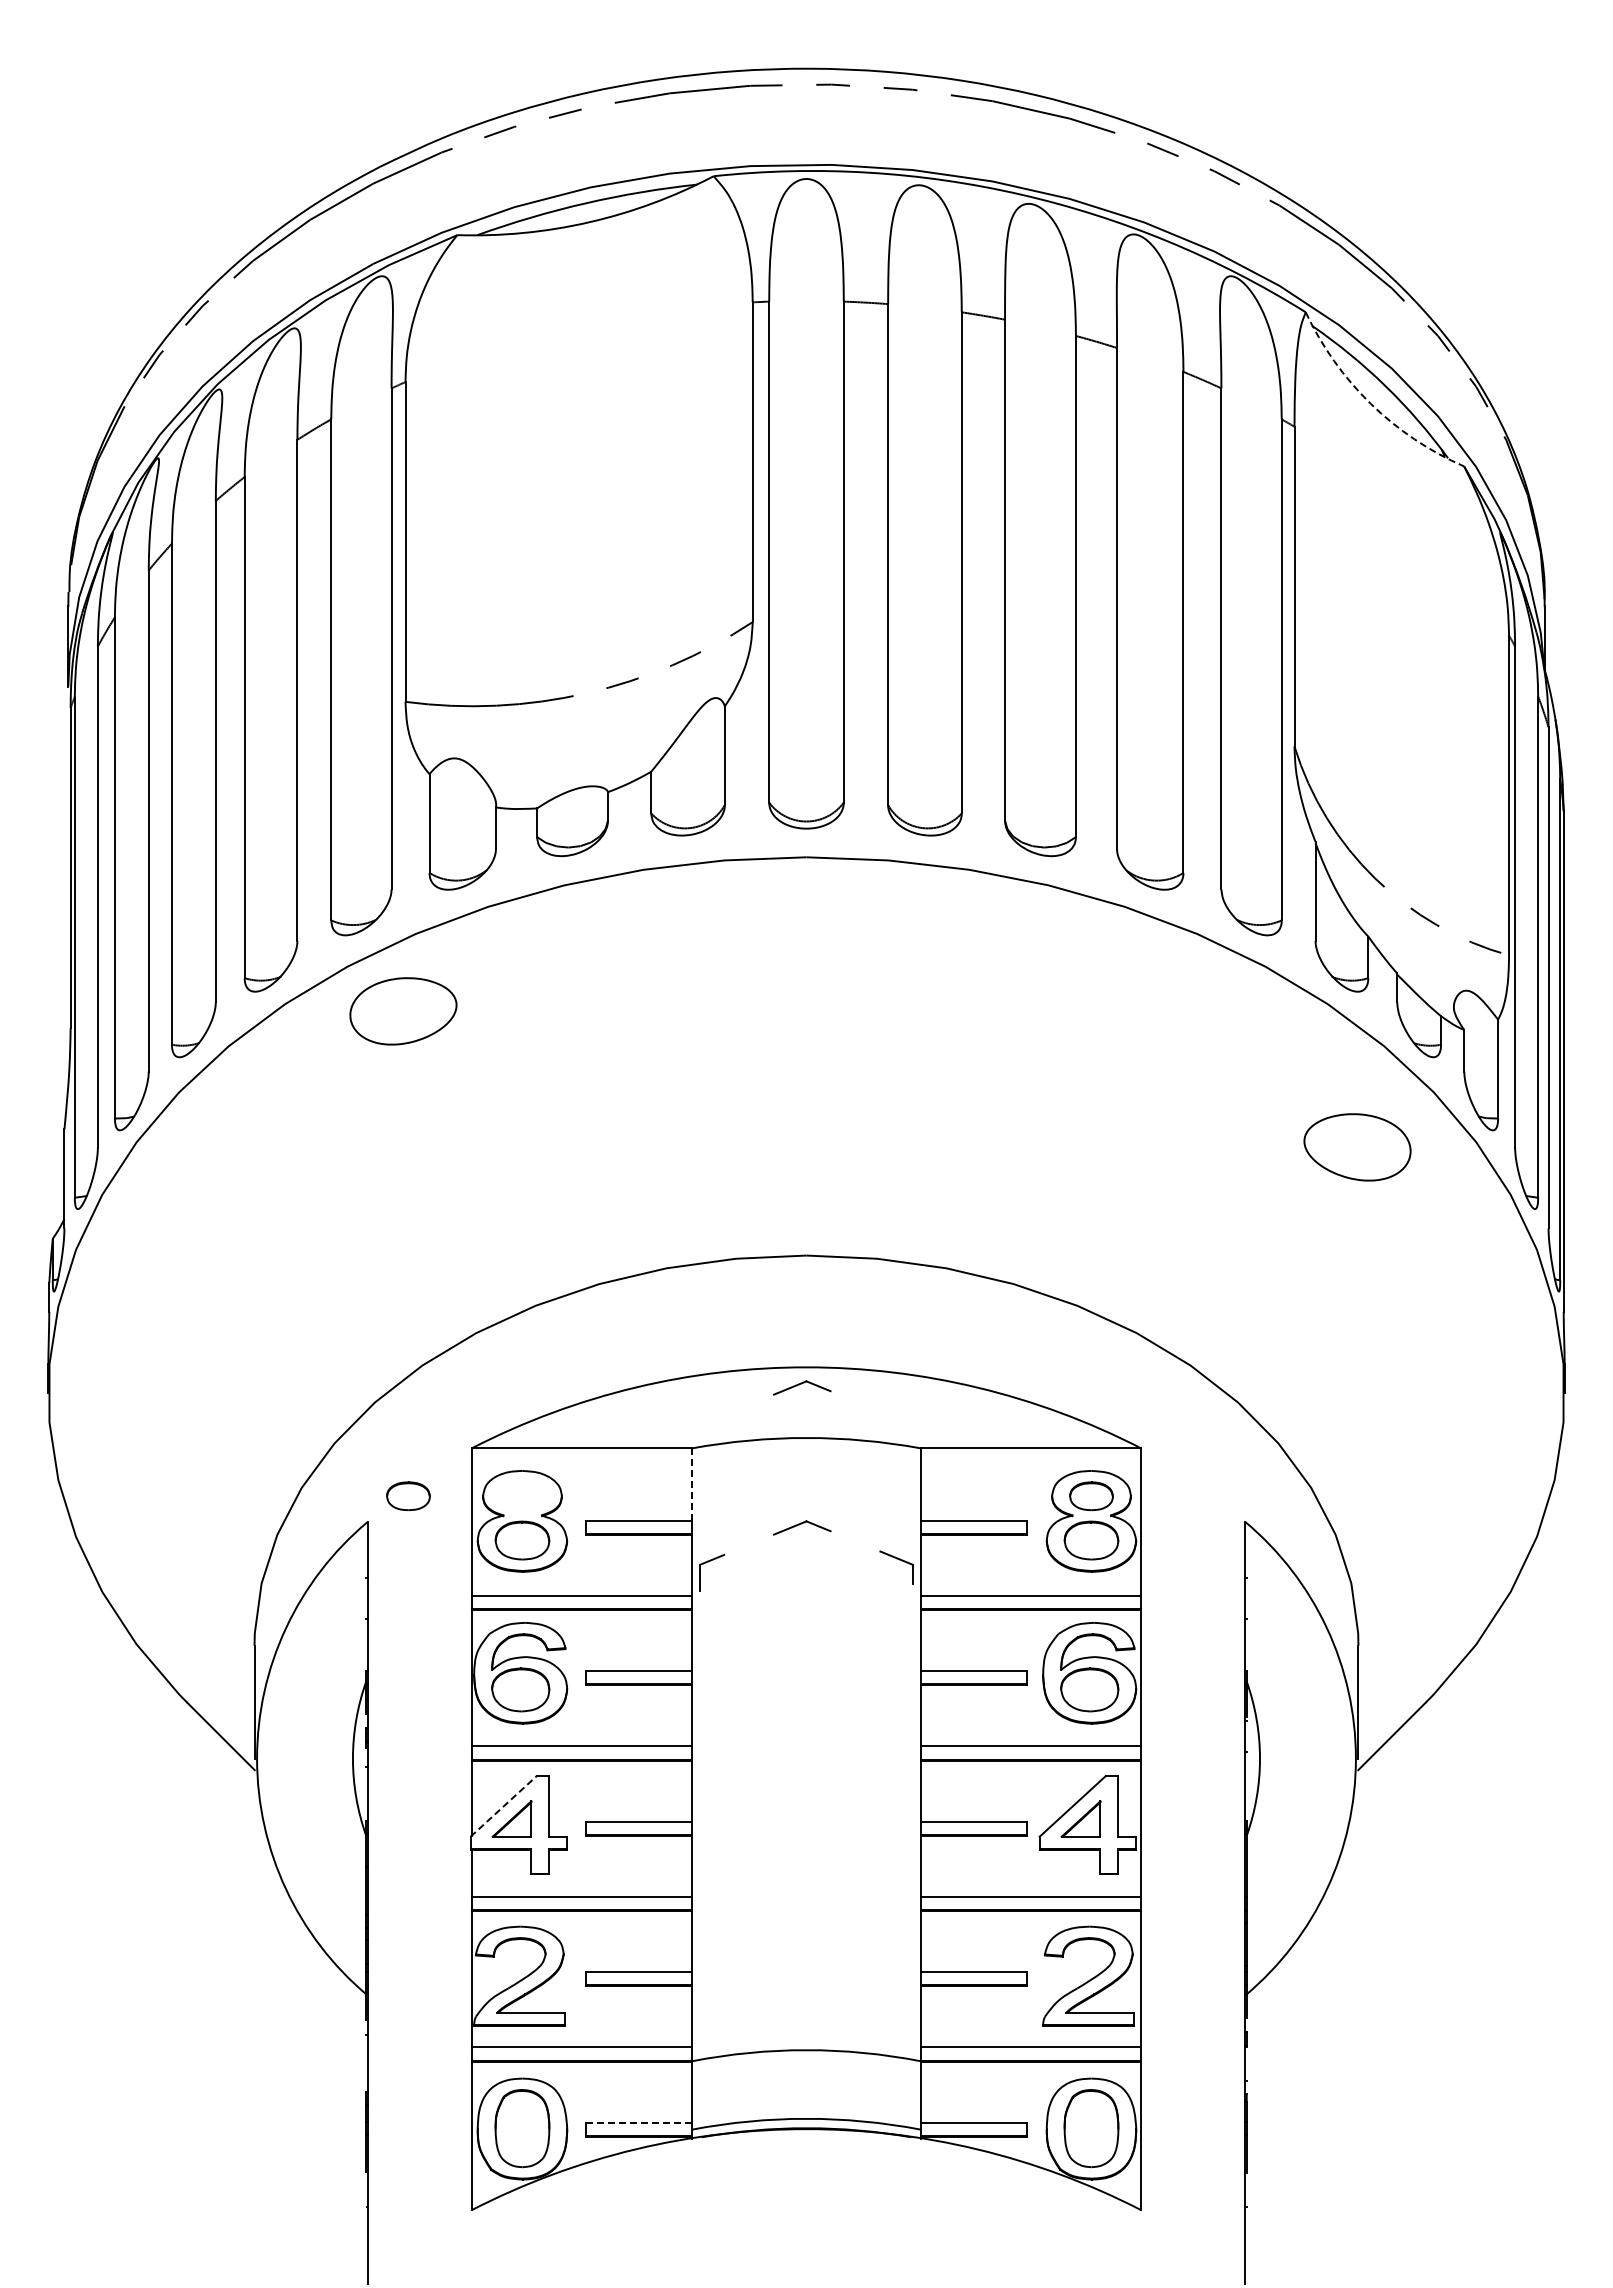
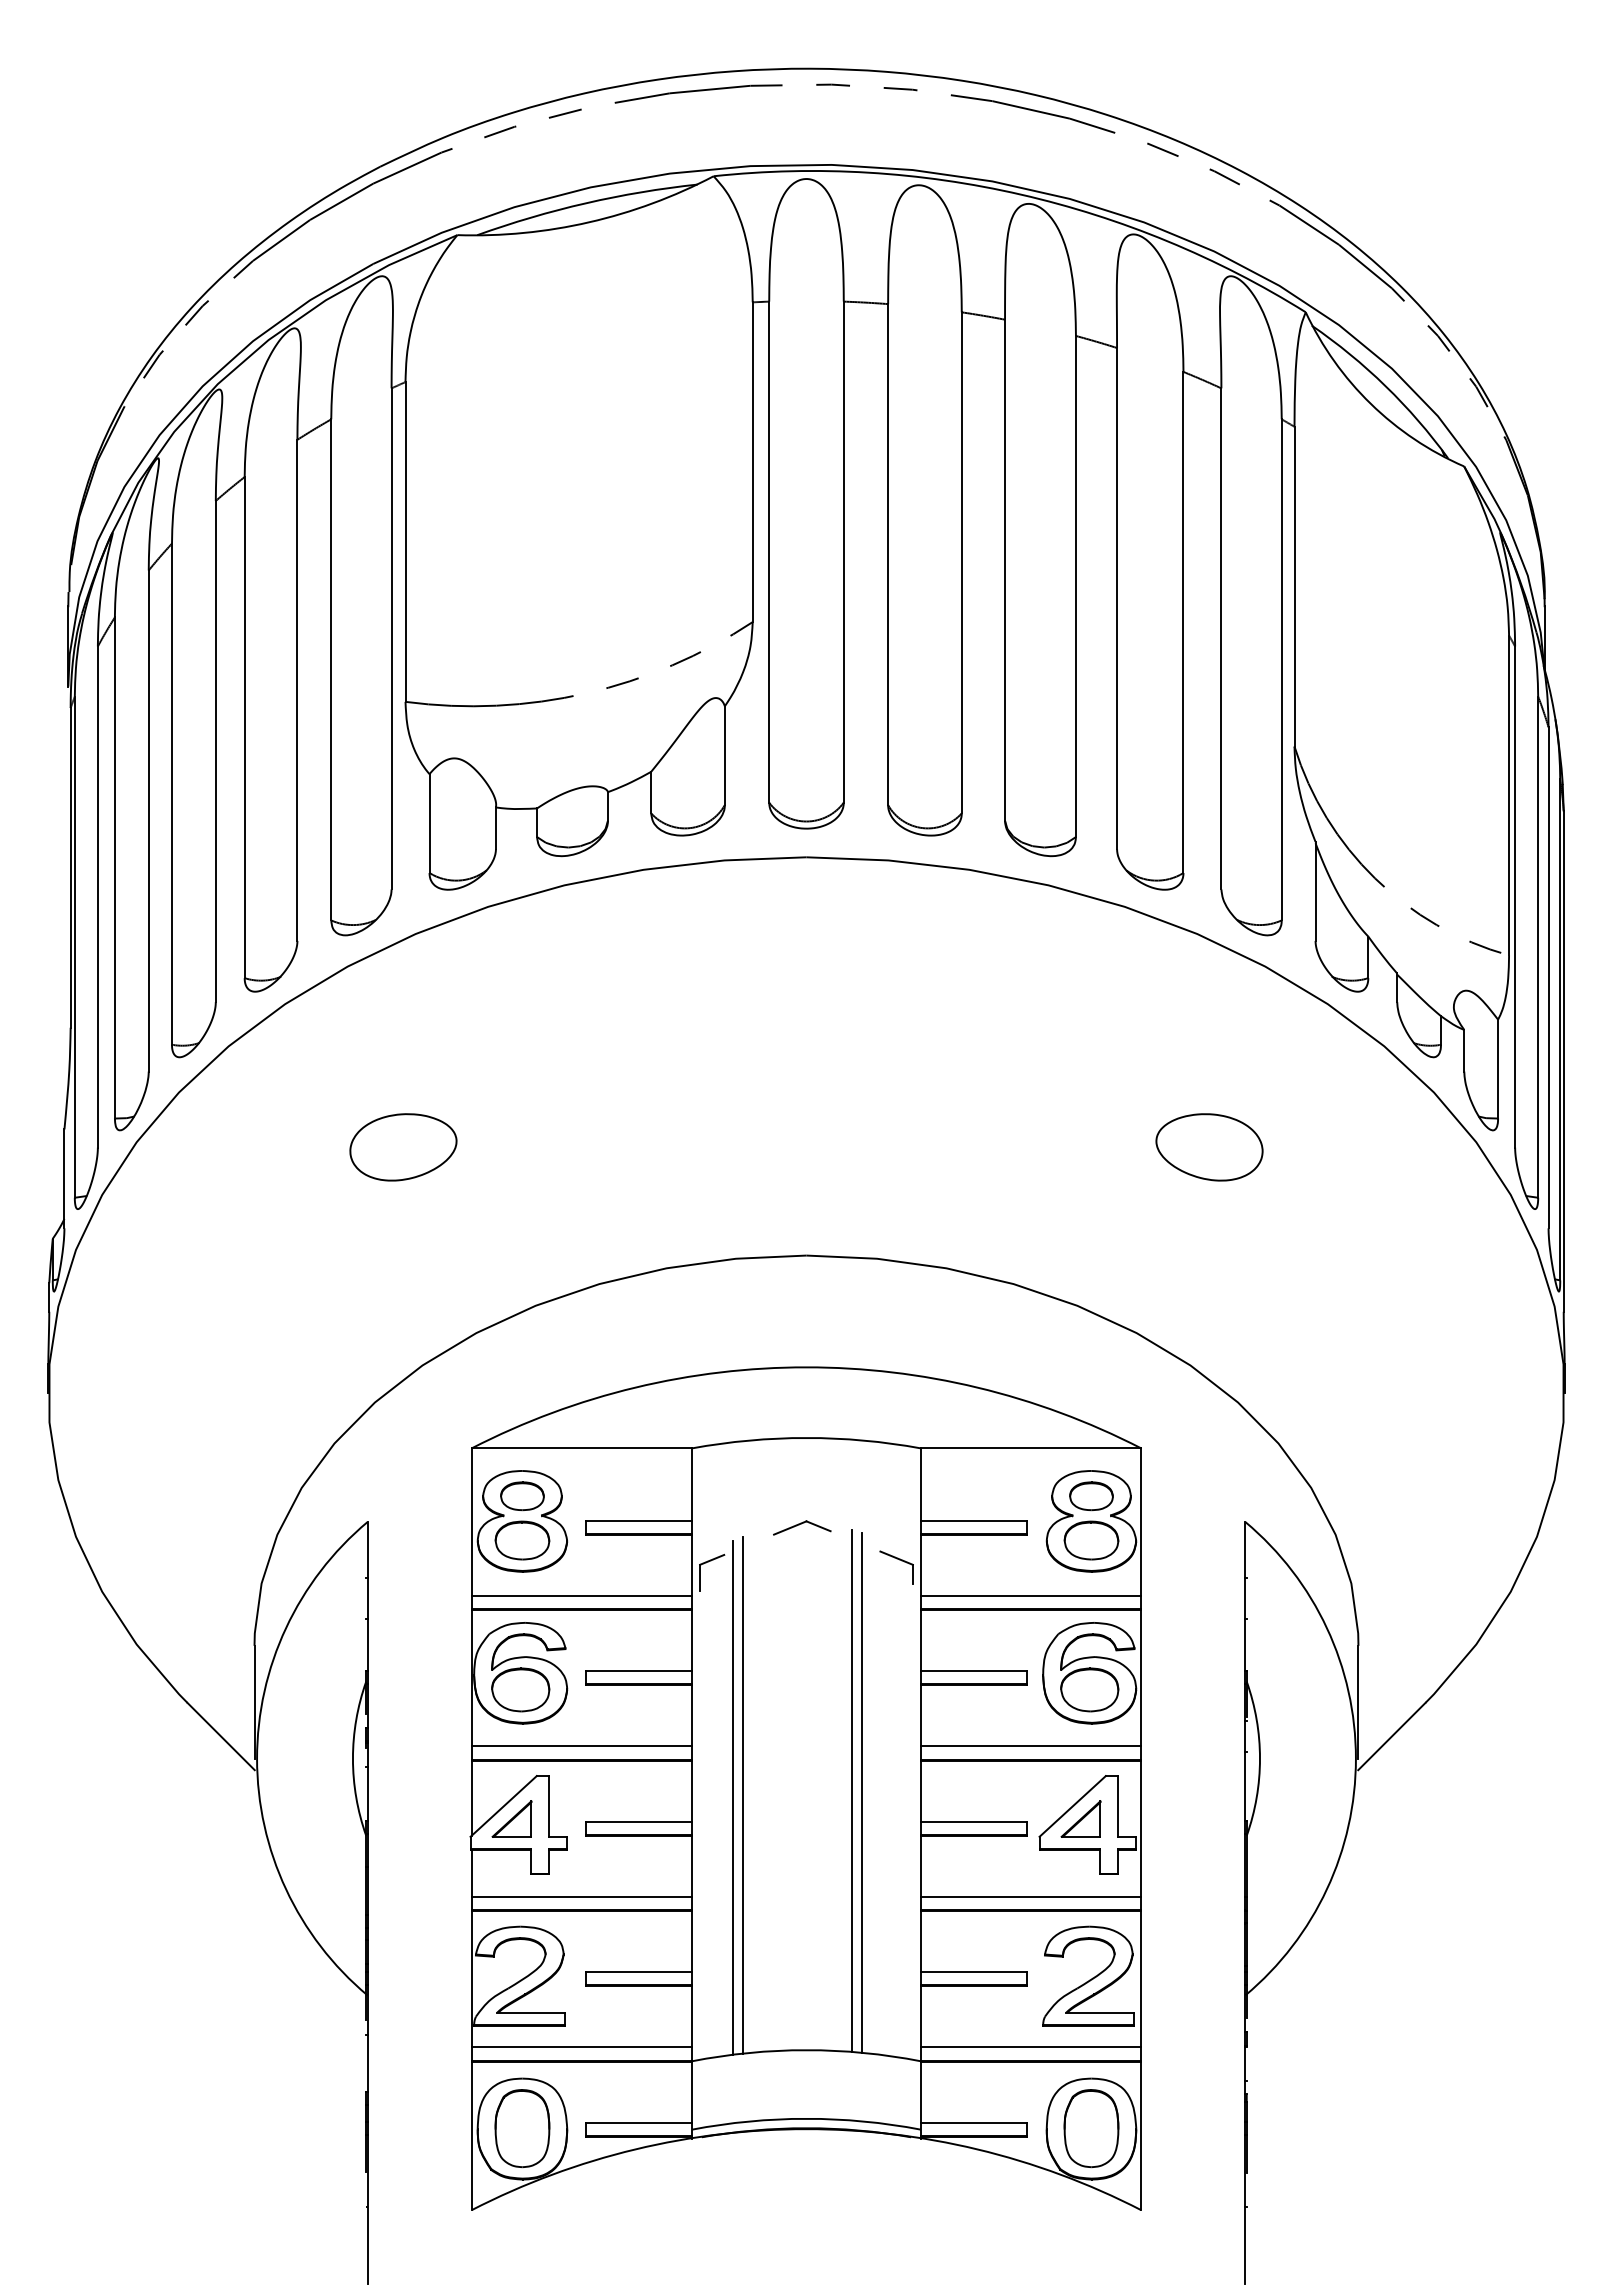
arc at (1370, 403): dashed -> solid
part at (403, 1011) position: (403, 1011) -> (403, 1147)
part at (1357, 1147) position: (1357, 1147) -> (1209, 1147)
part at (802, 1387): present -> none
line at (692, 1485): dashed -> solid
part at (408, 1496) position: (408, 1496) -> (522, 1496)
line at (851, 1790): none -> present
line at (862, 1792): none -> present
line at (742, 1794): none -> present
line at (733, 1797): none -> present
line at (503, 1806): dashed -> solid
line at (639, 2122): dashed -> solid
